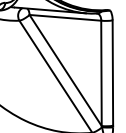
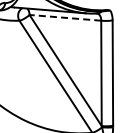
line at (65, 17): solid -> dashed
